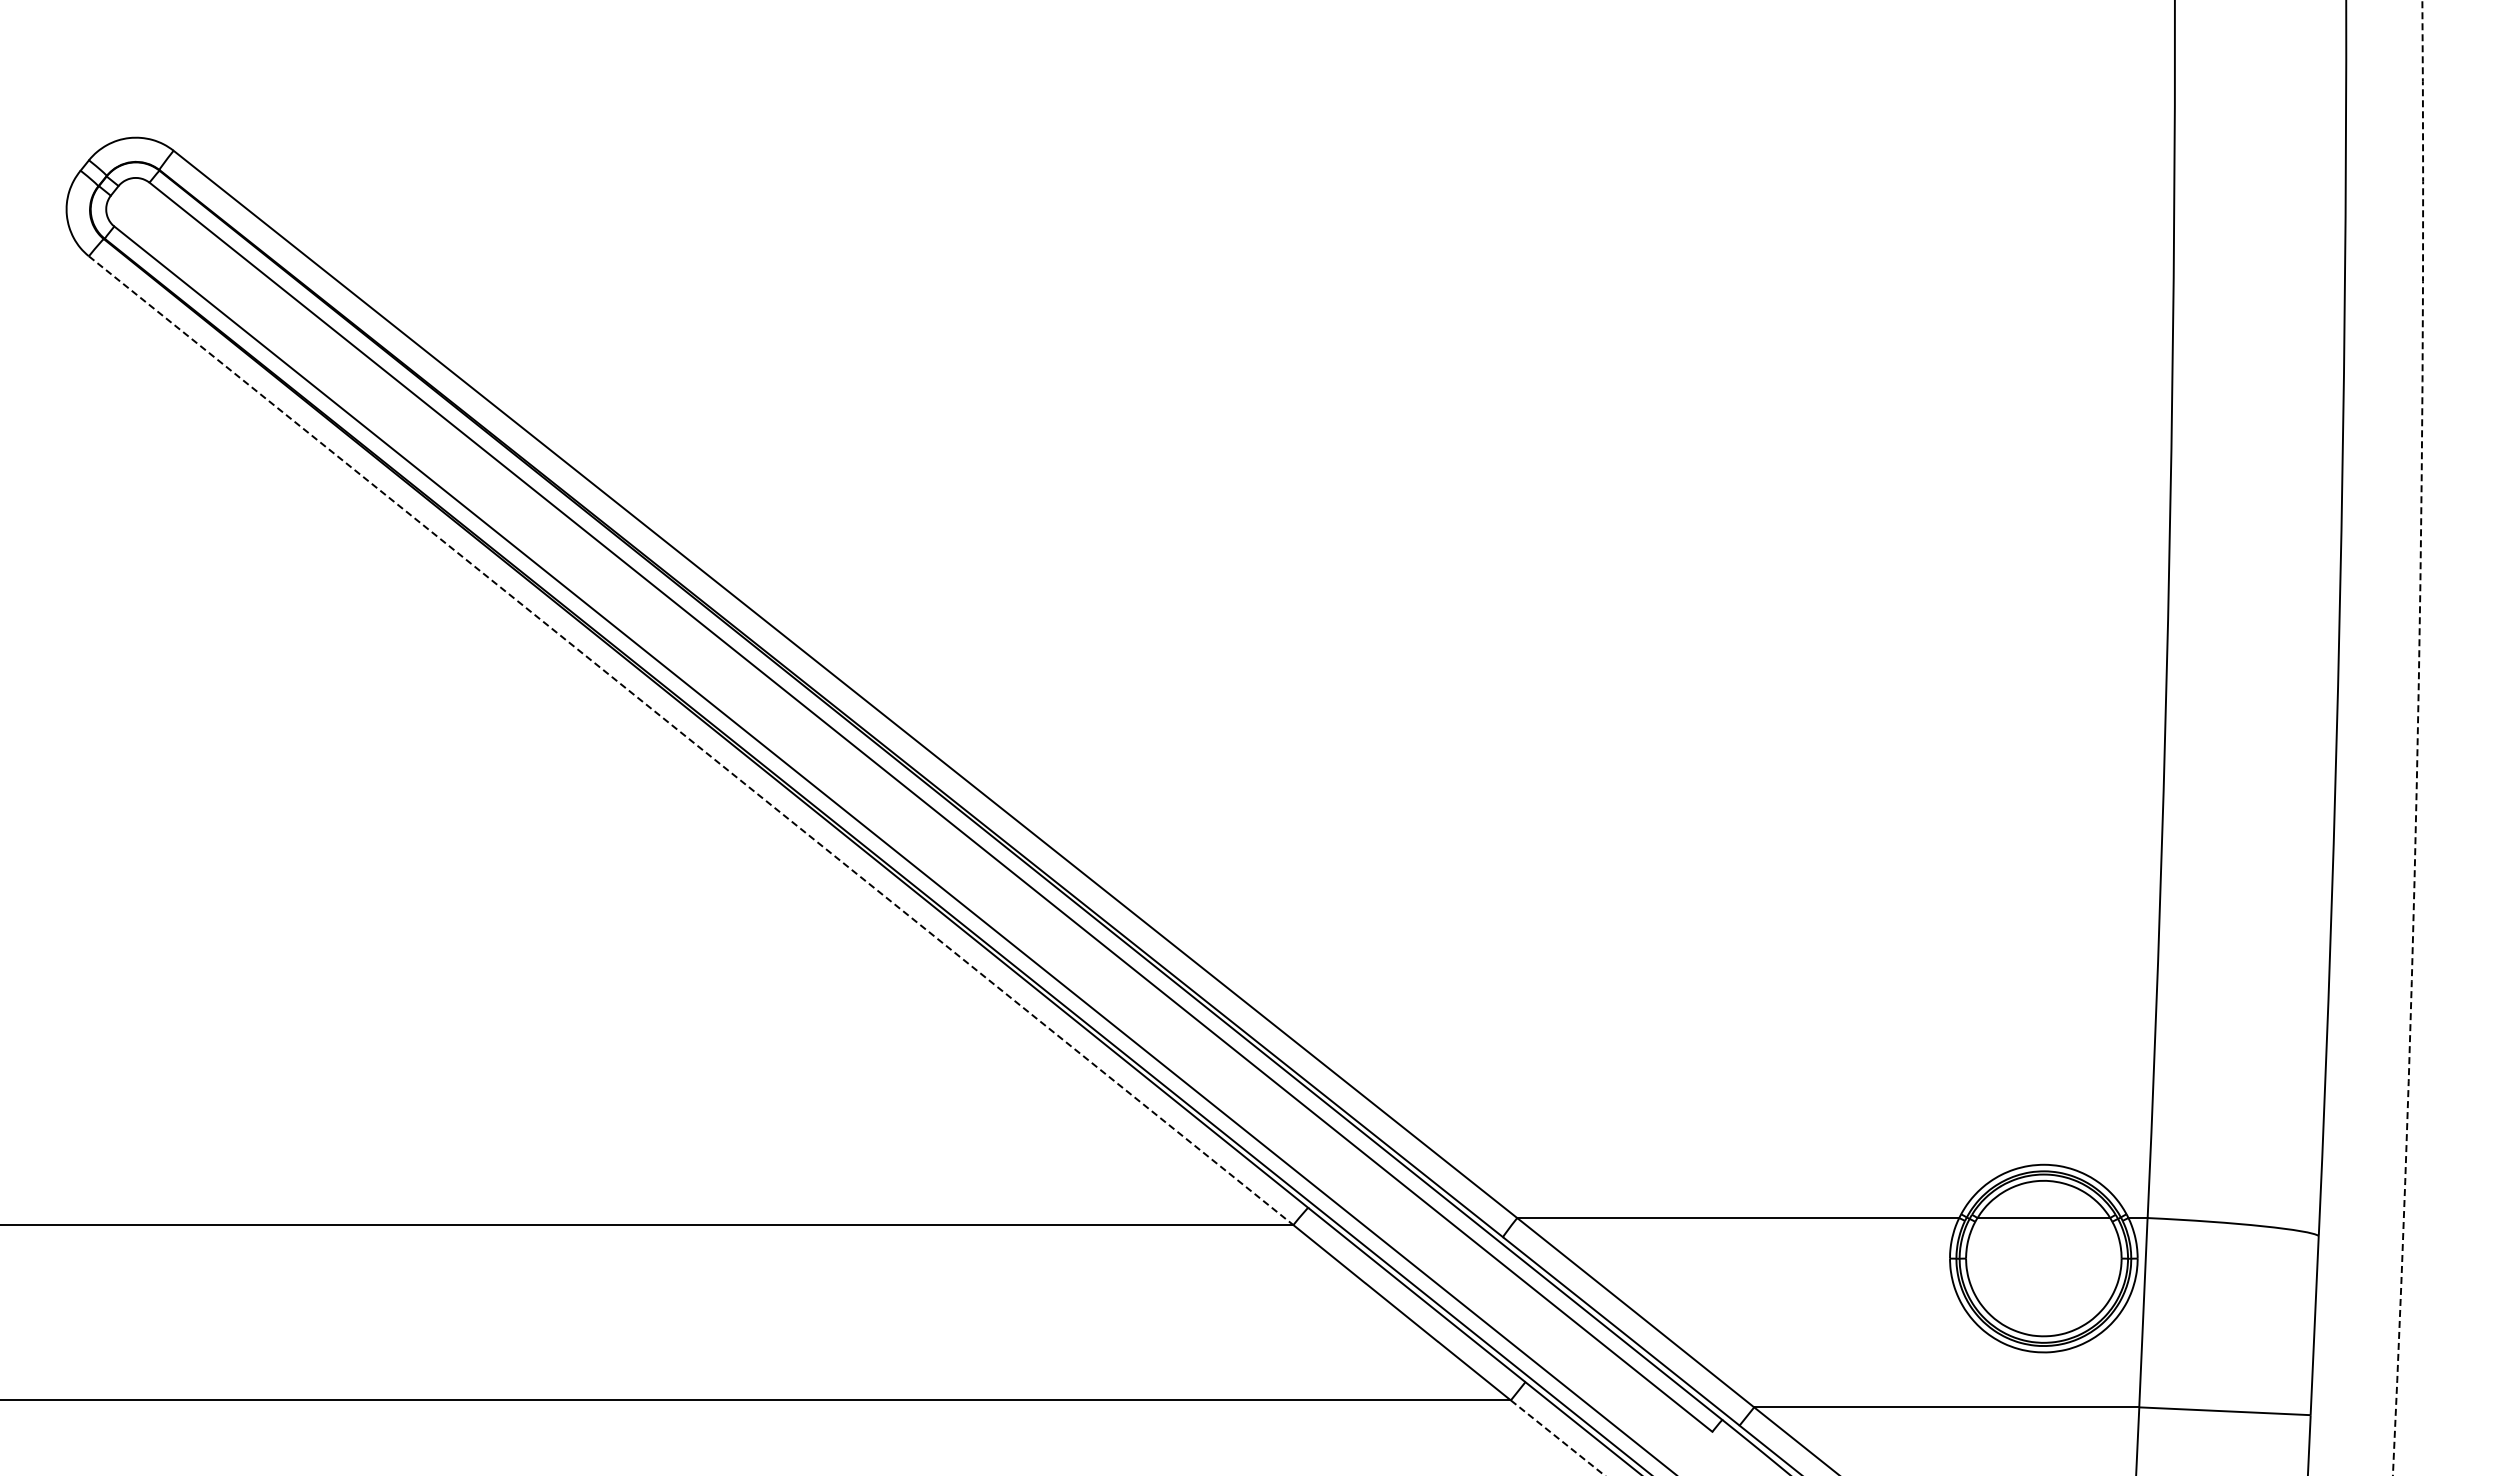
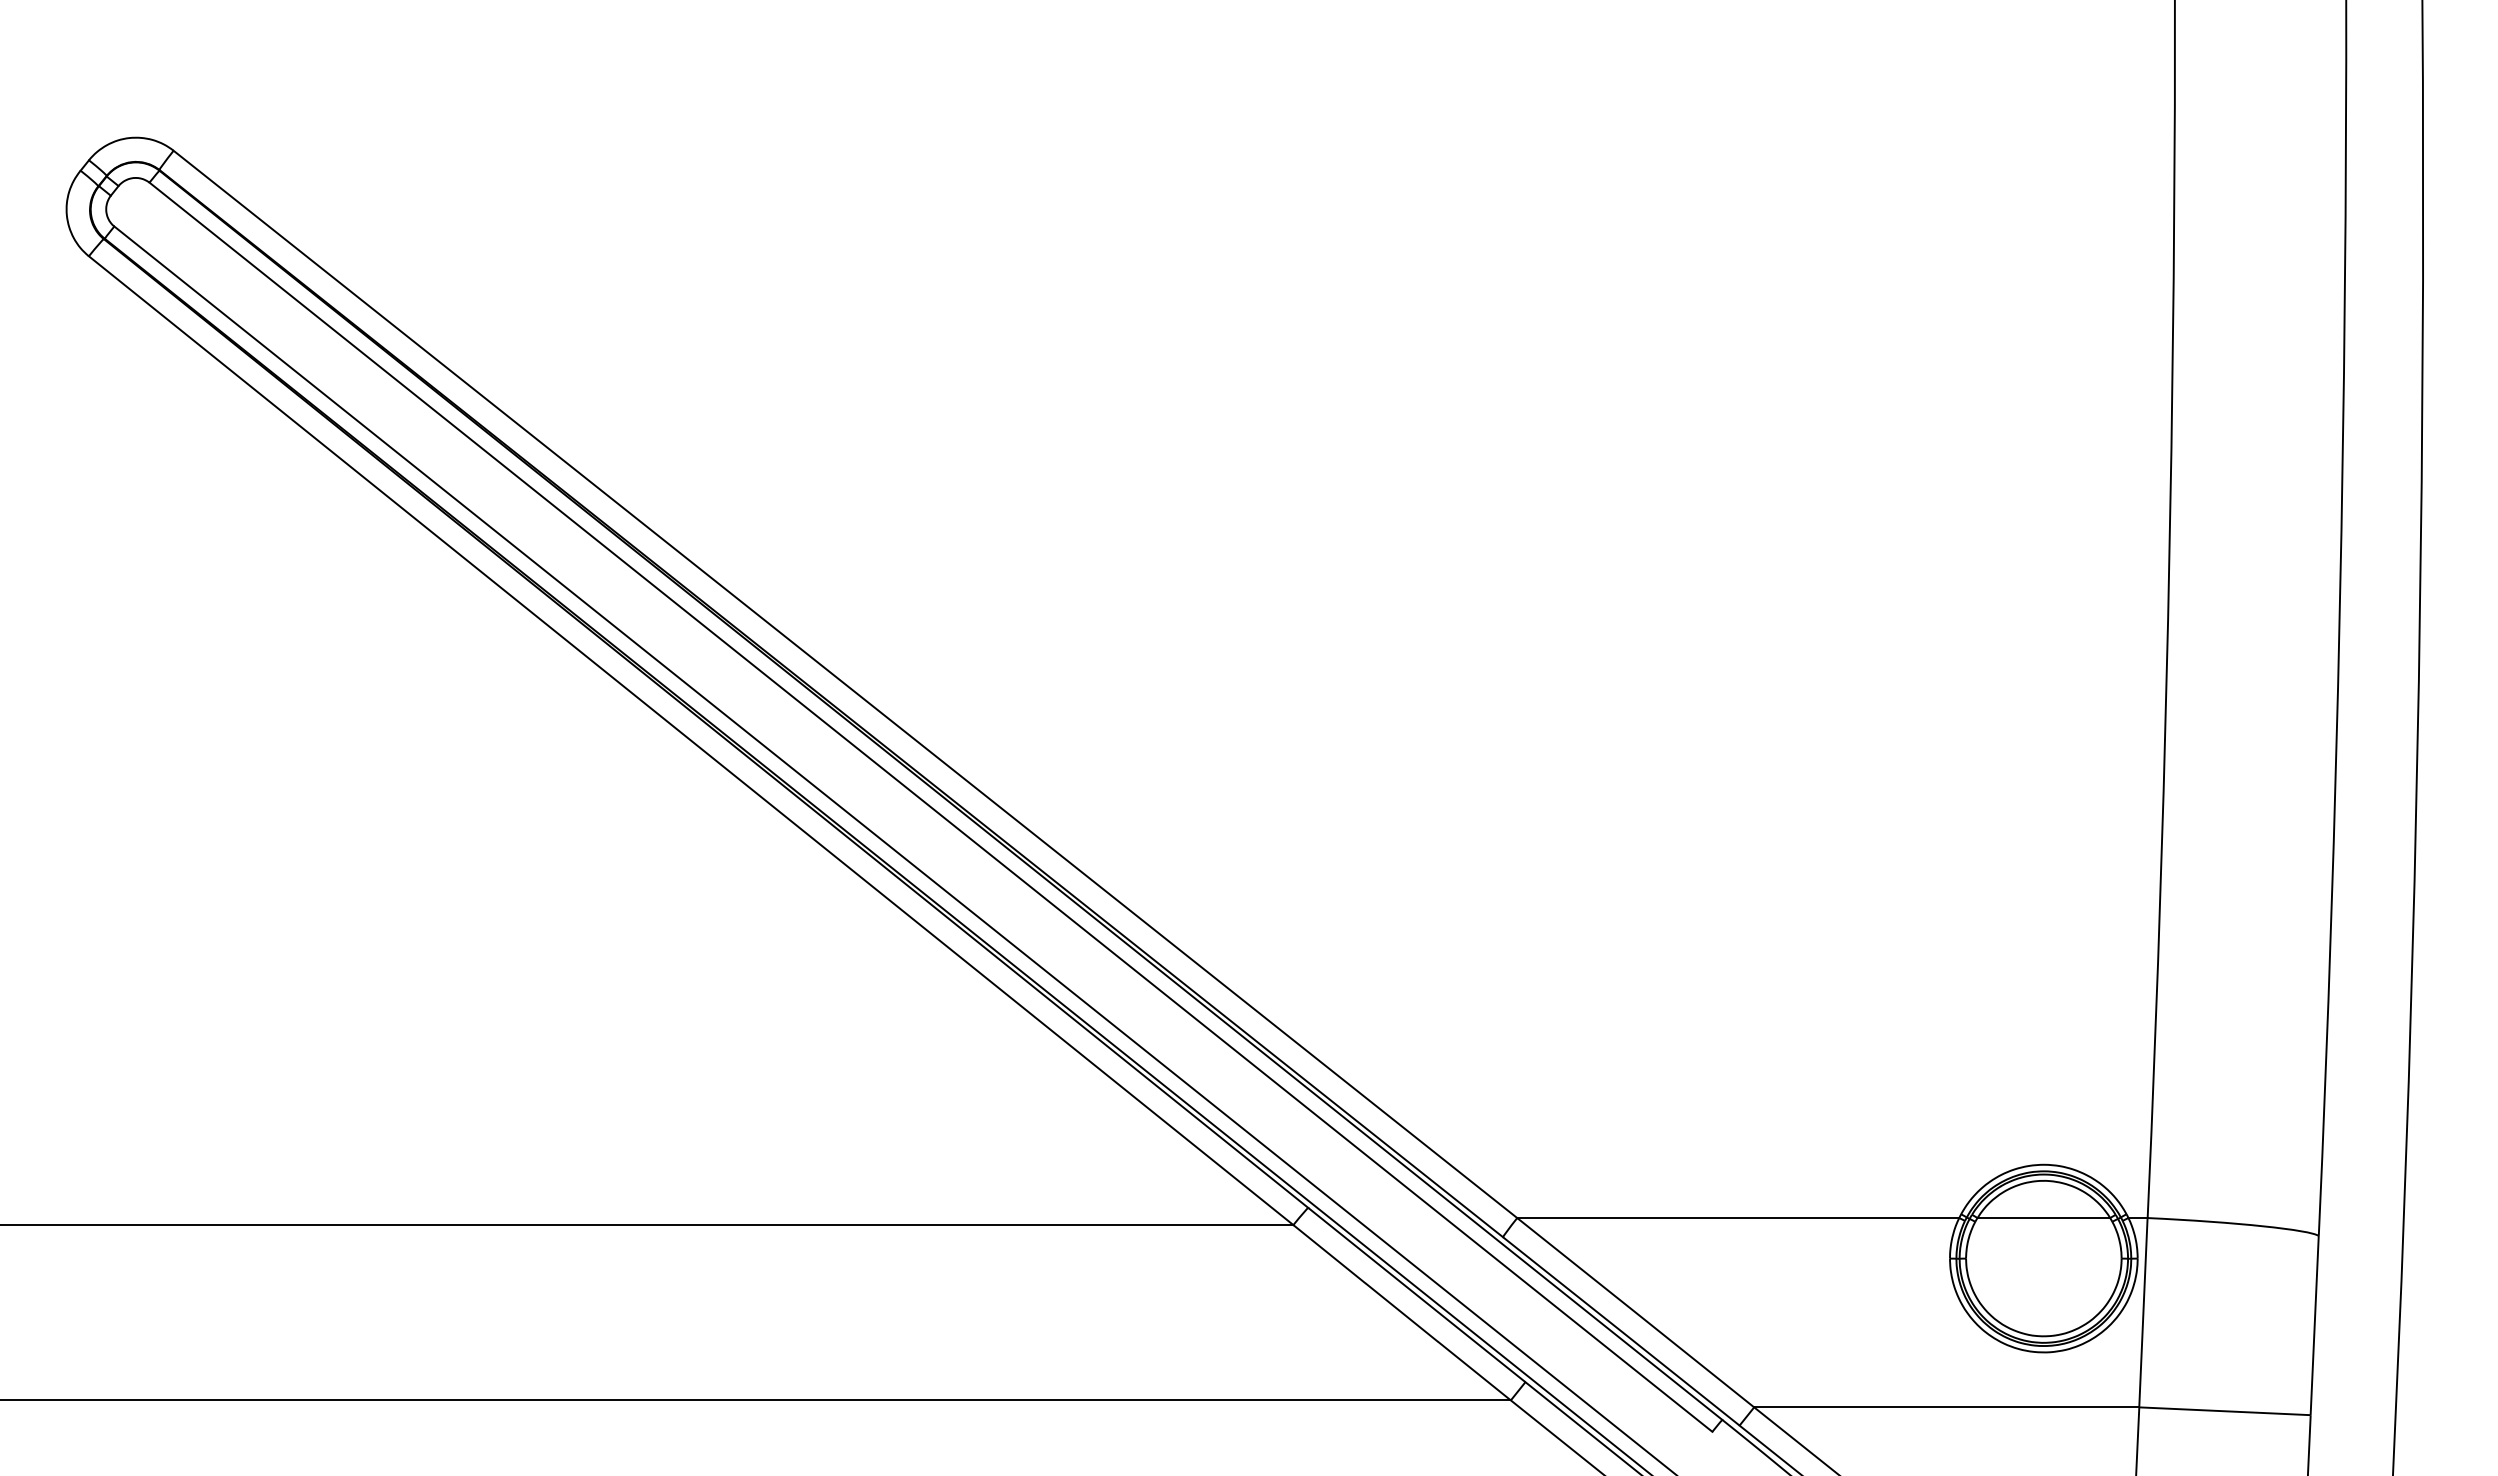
arc at (2417, 737): dashed -> solid
line at (691, 740): dashed -> solid
line at (1557, 1437): dashed -> solid
